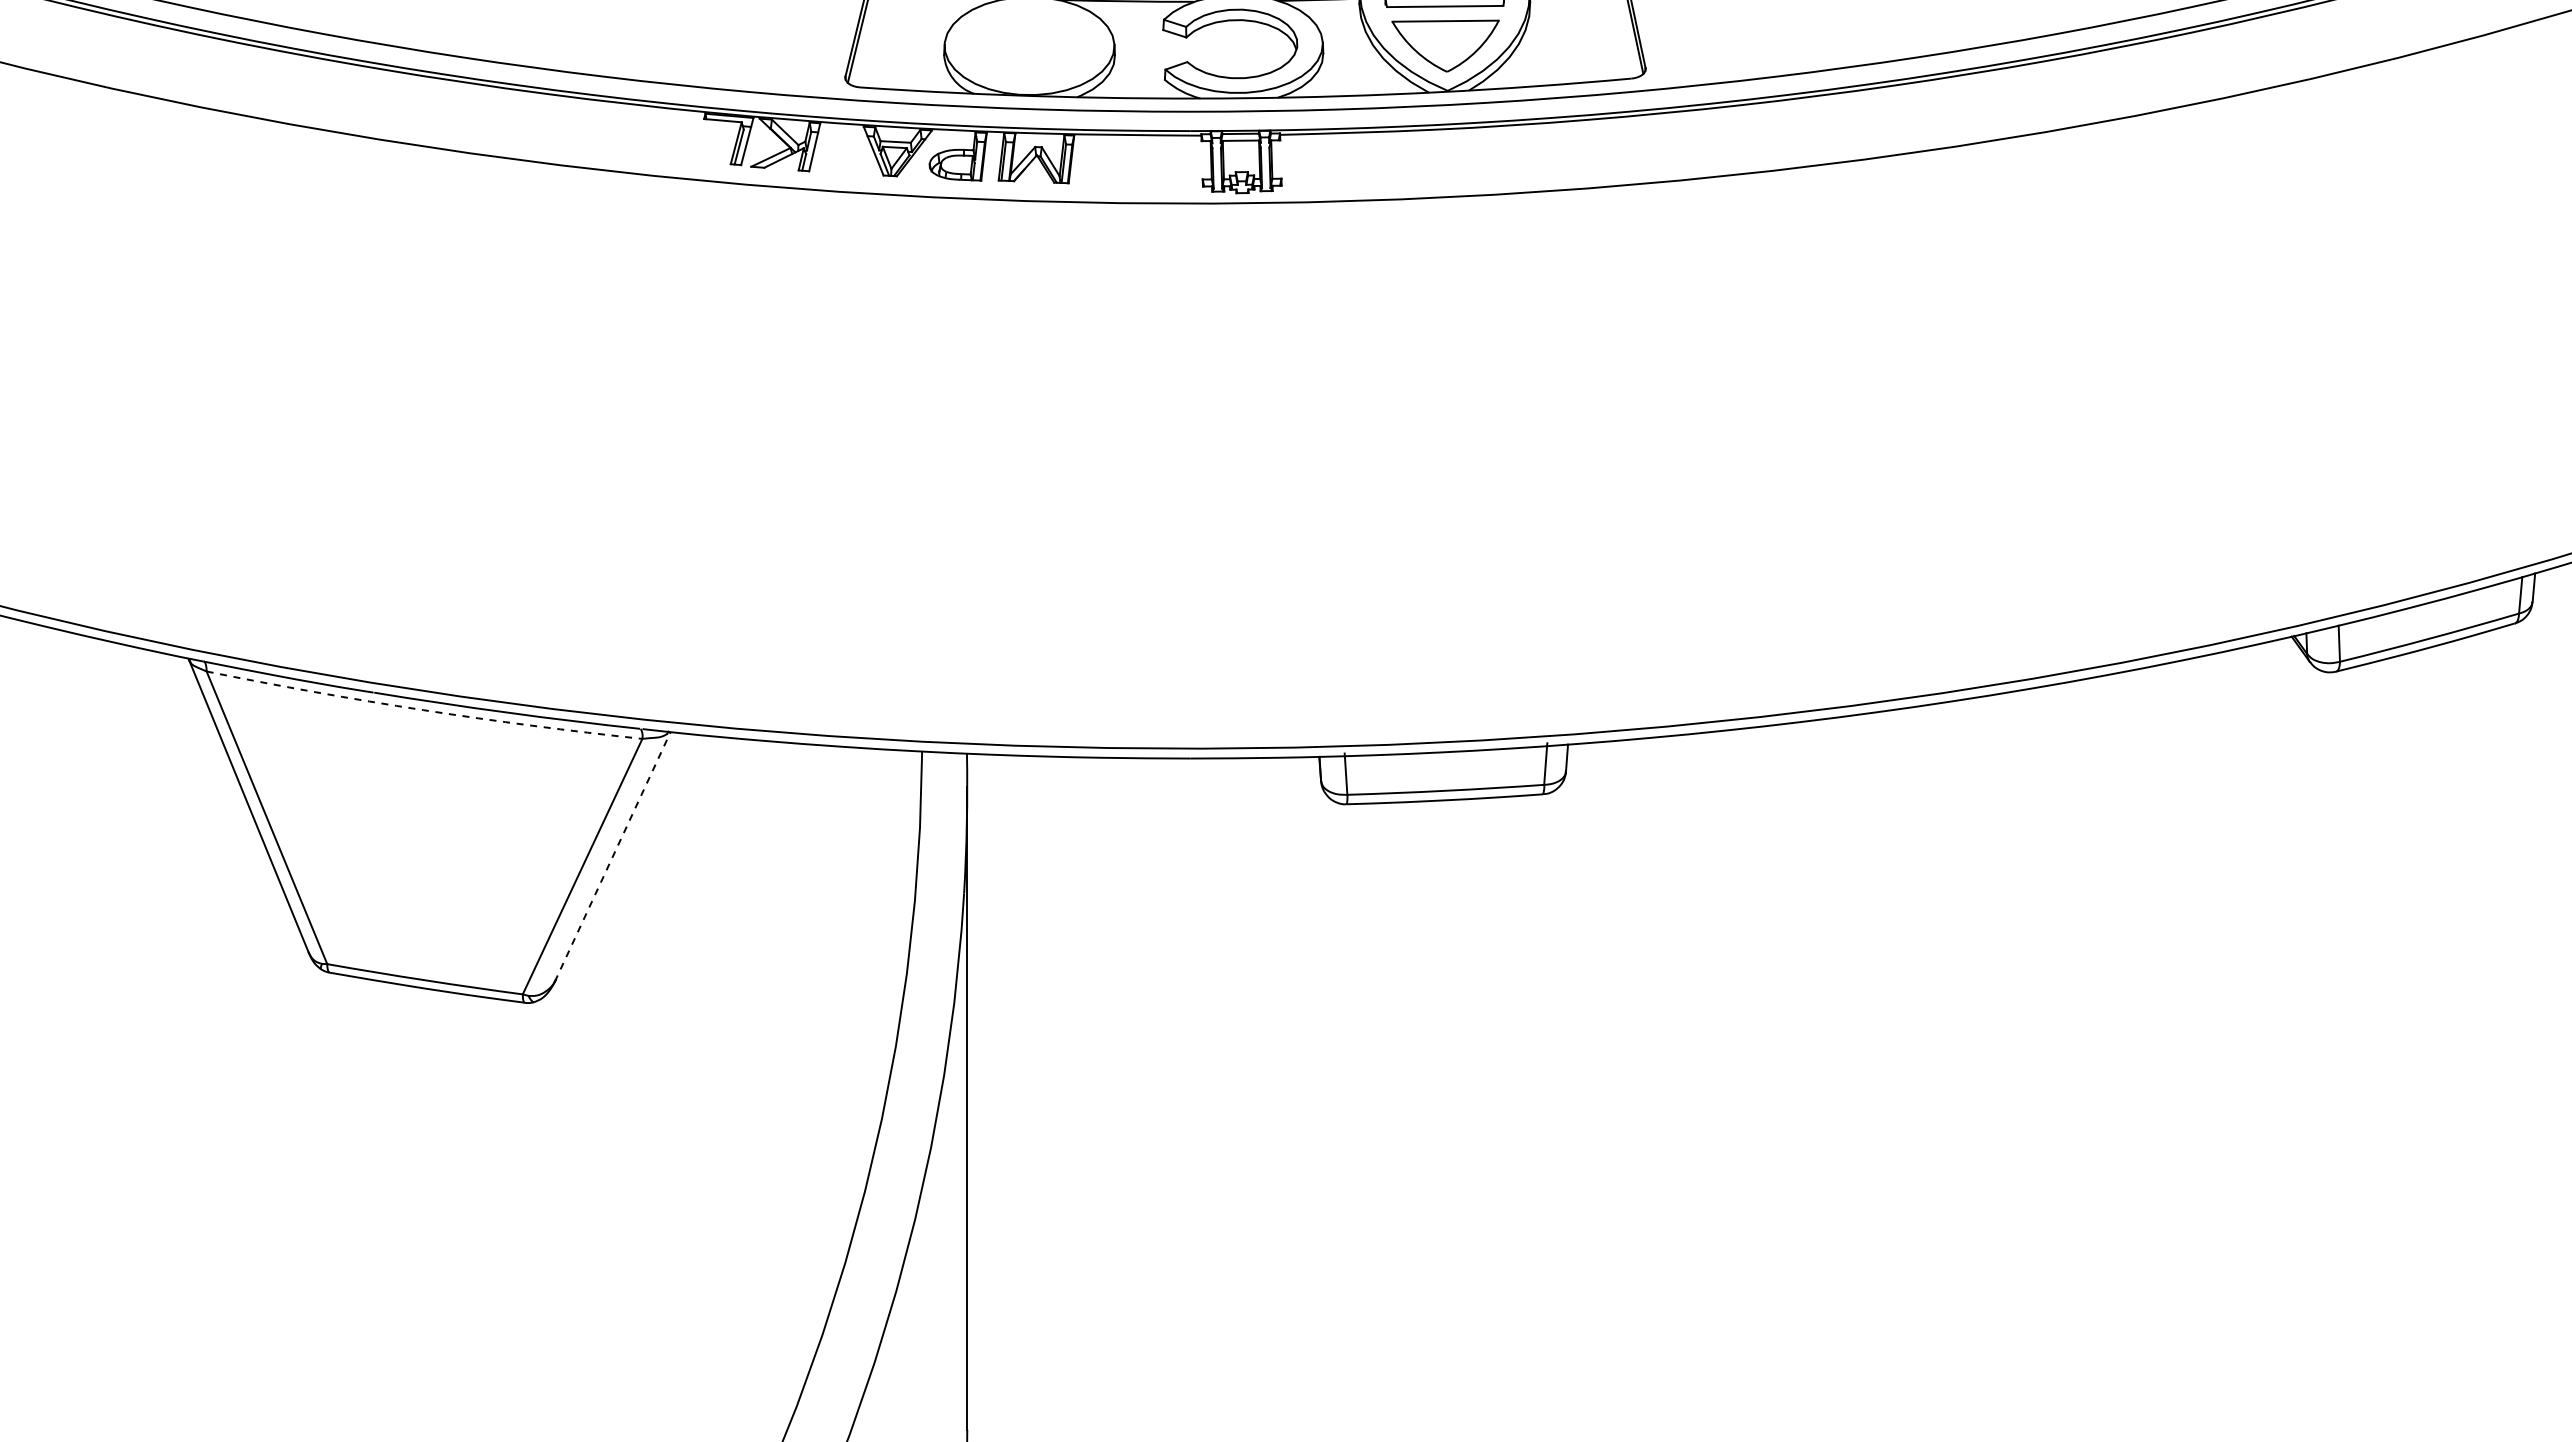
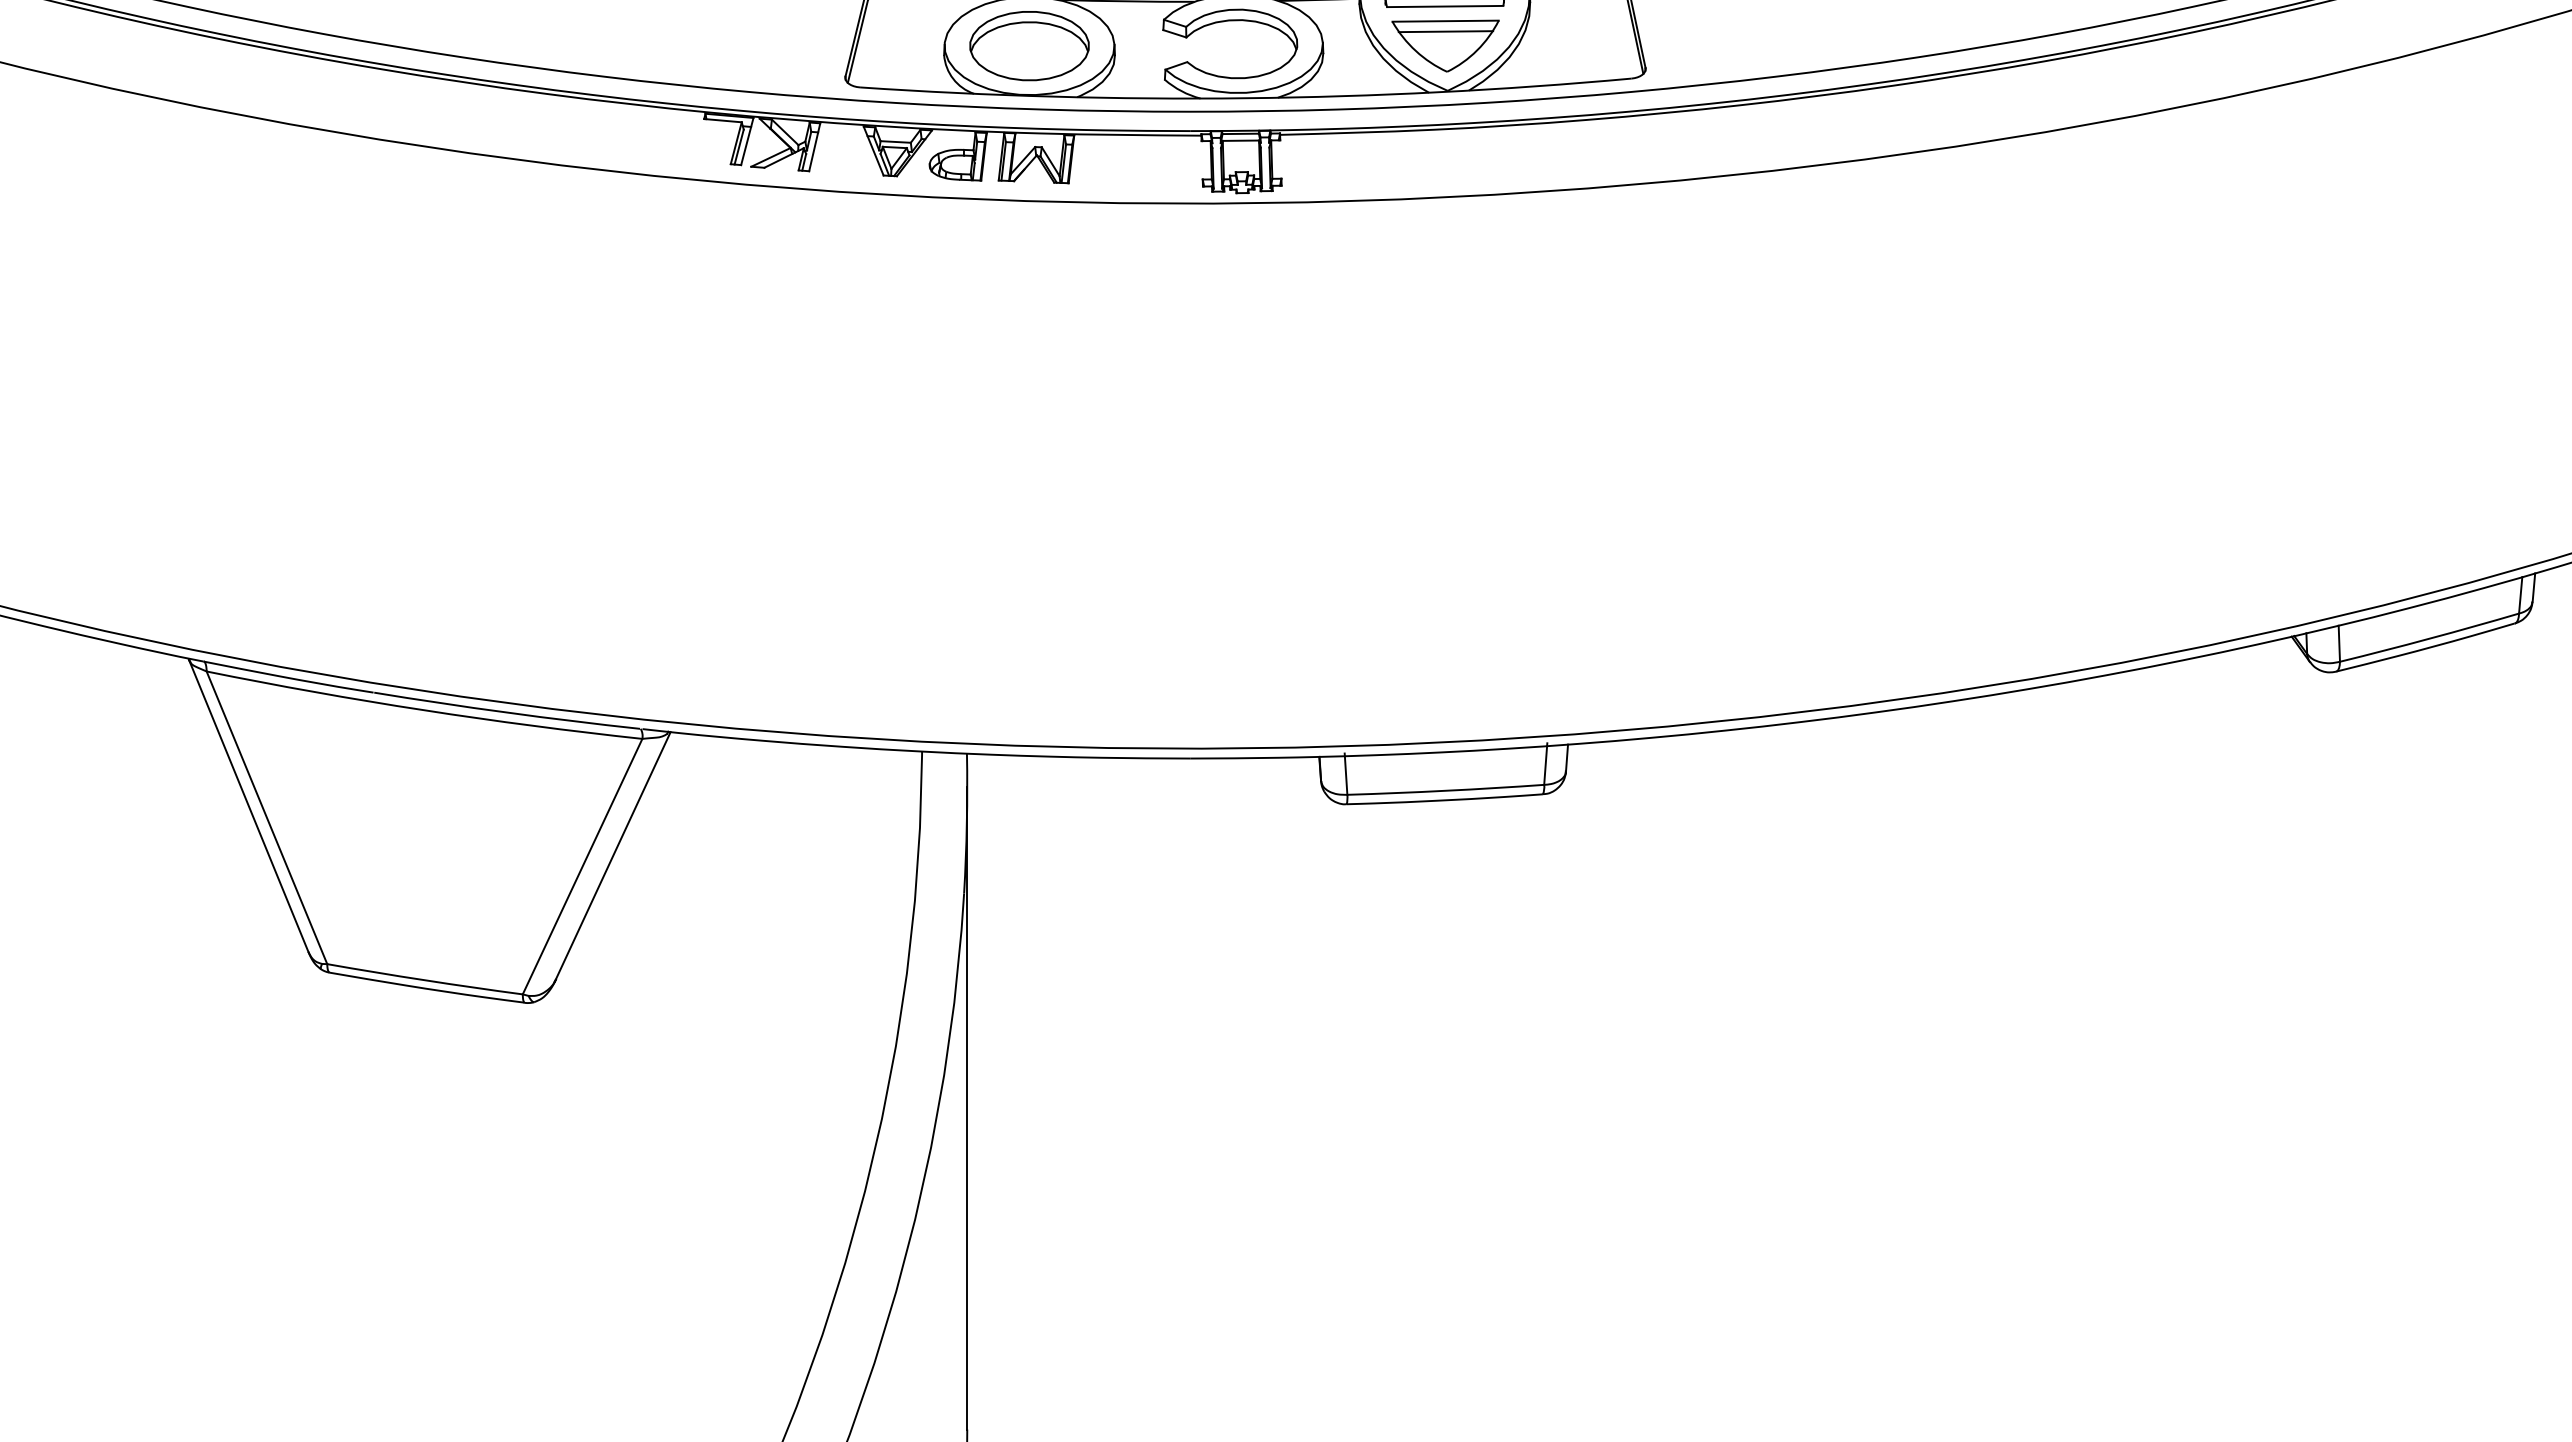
line at (1445, 31): none -> present
part at (1029, 46): none -> present
arc at (423, 710): dashed -> solid
line at (612, 856): dashed -> solid
